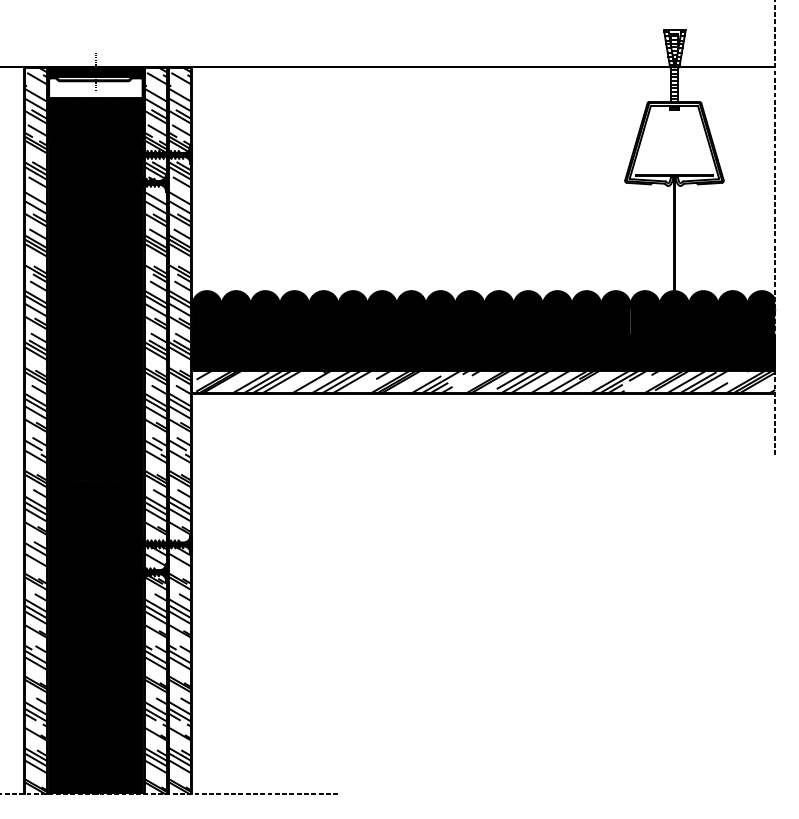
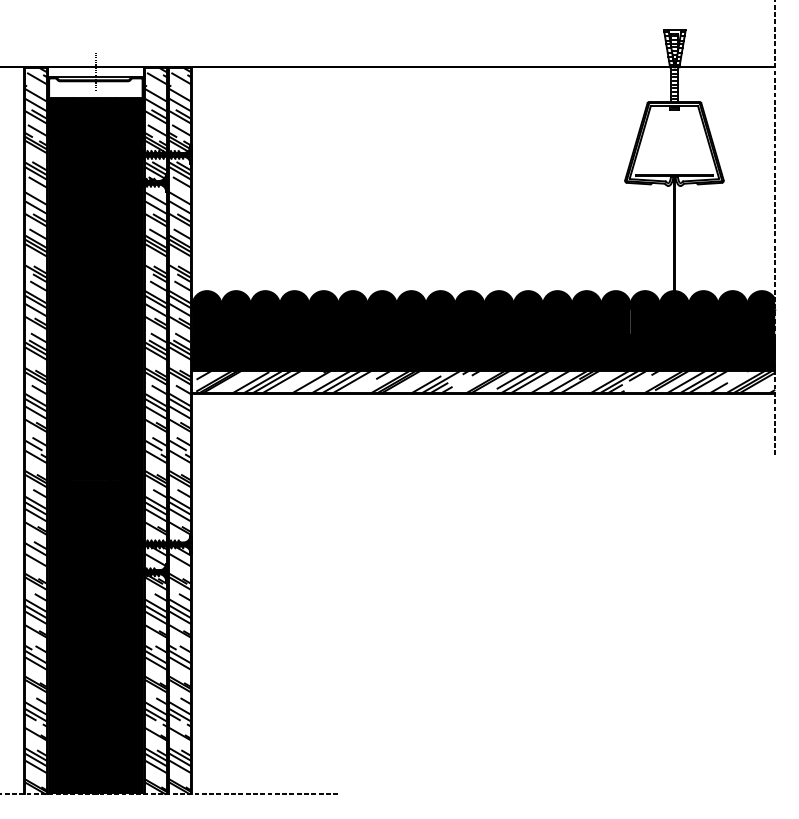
fill at (95, 72): present -> none
